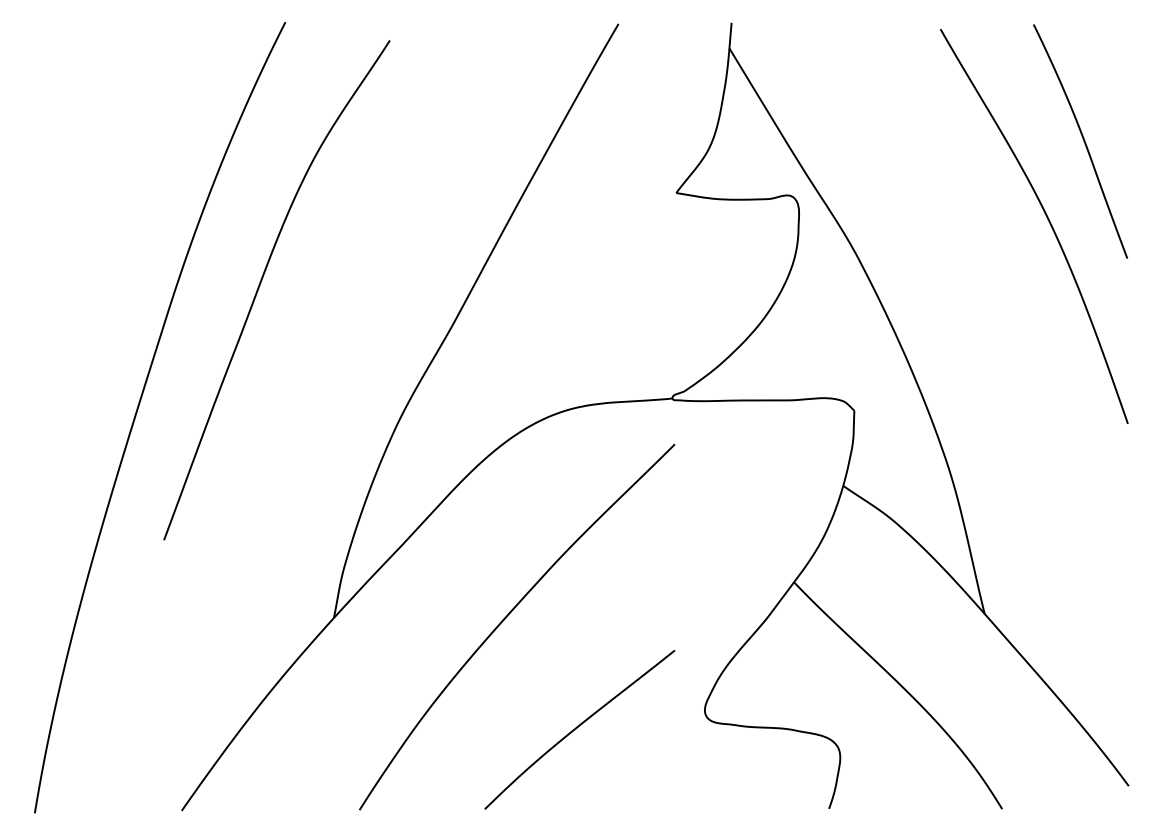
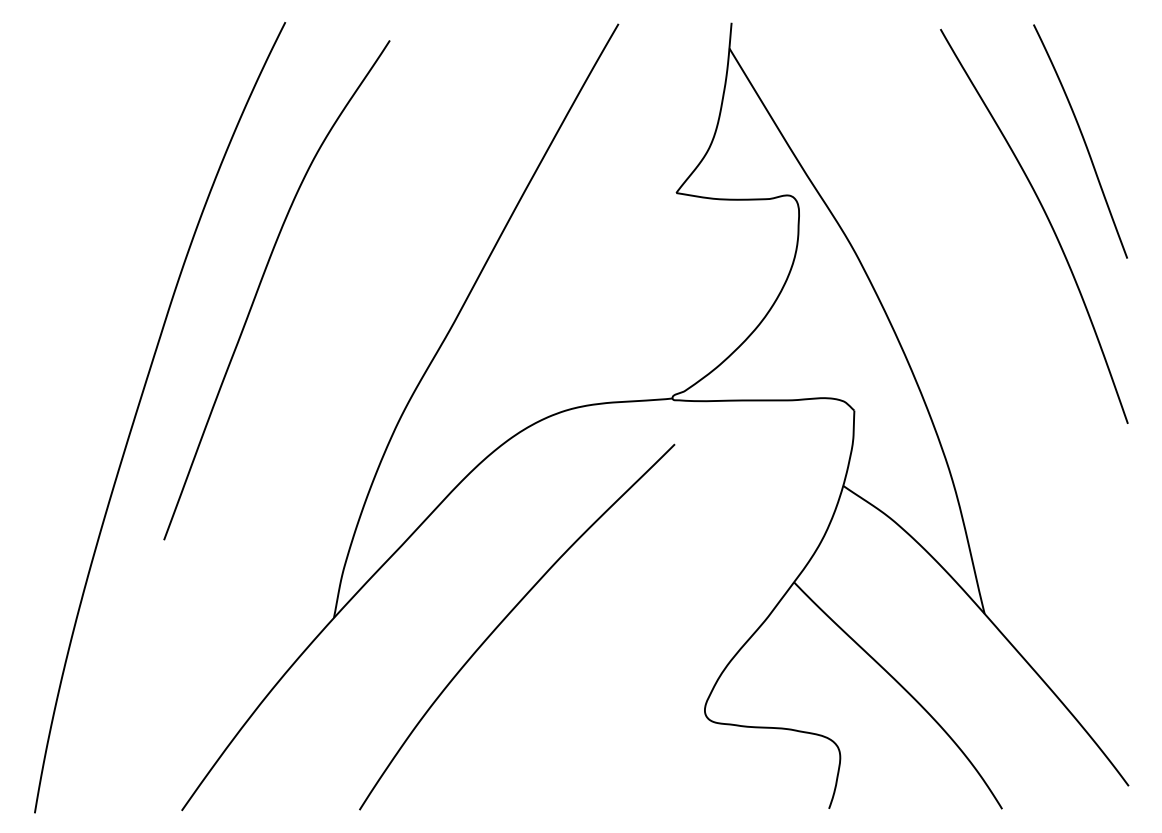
curve at (578, 727): present -> none
